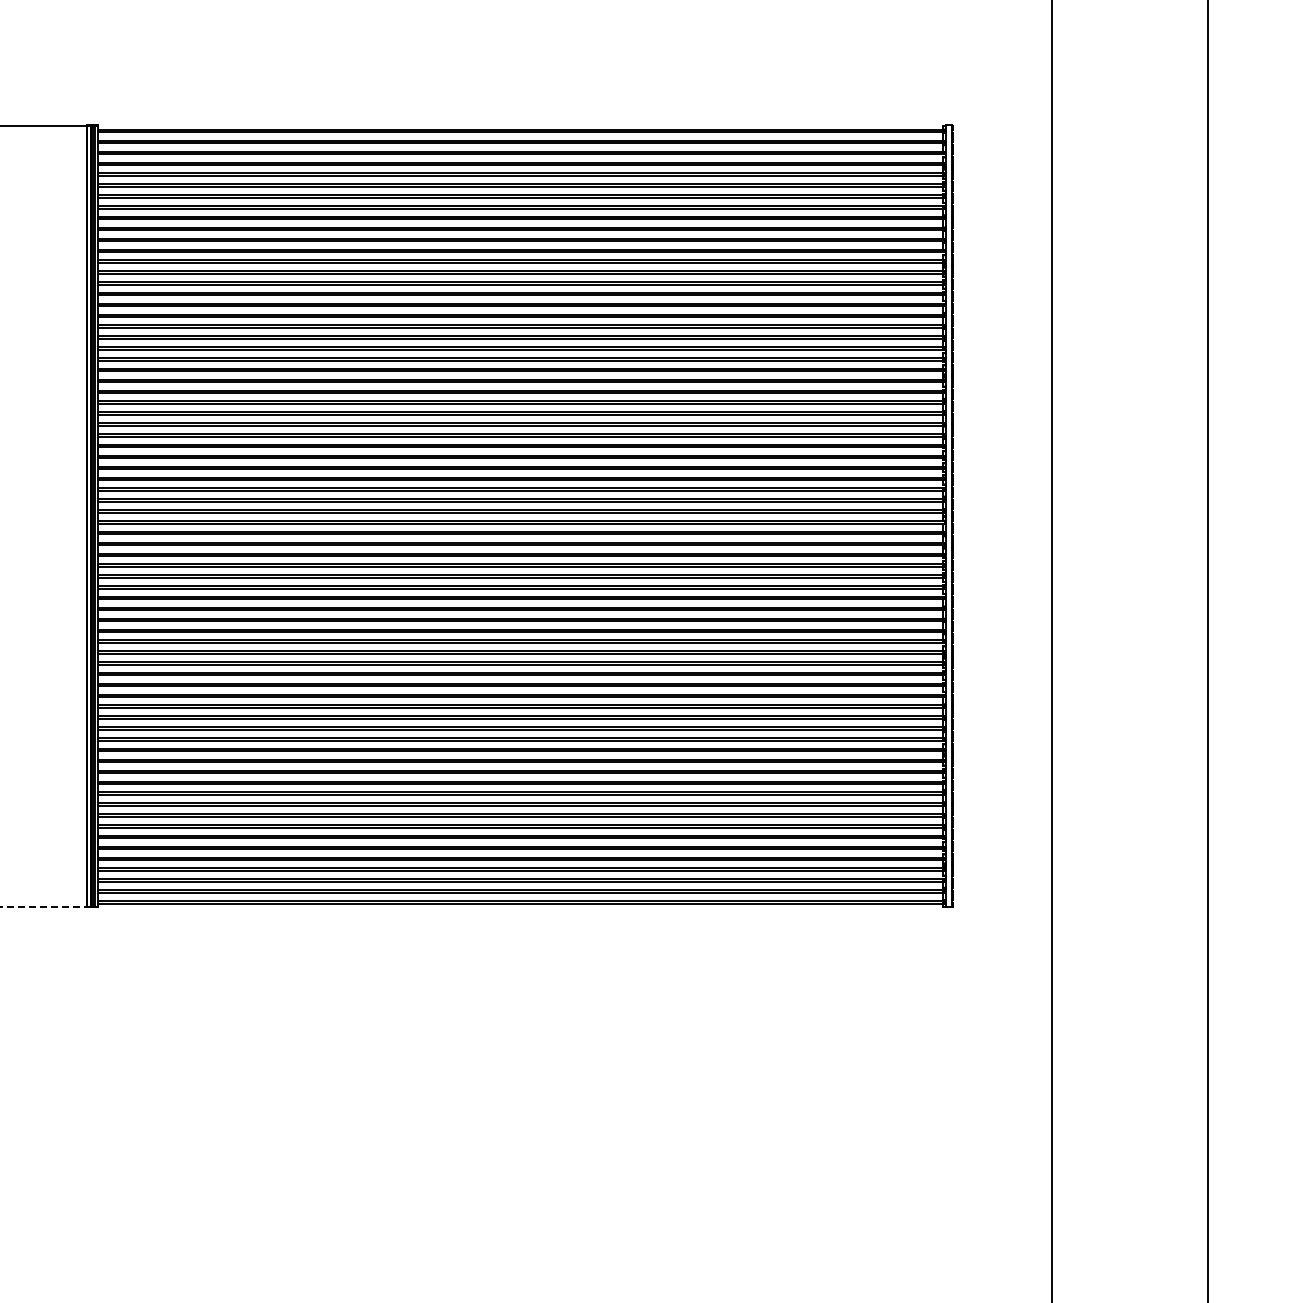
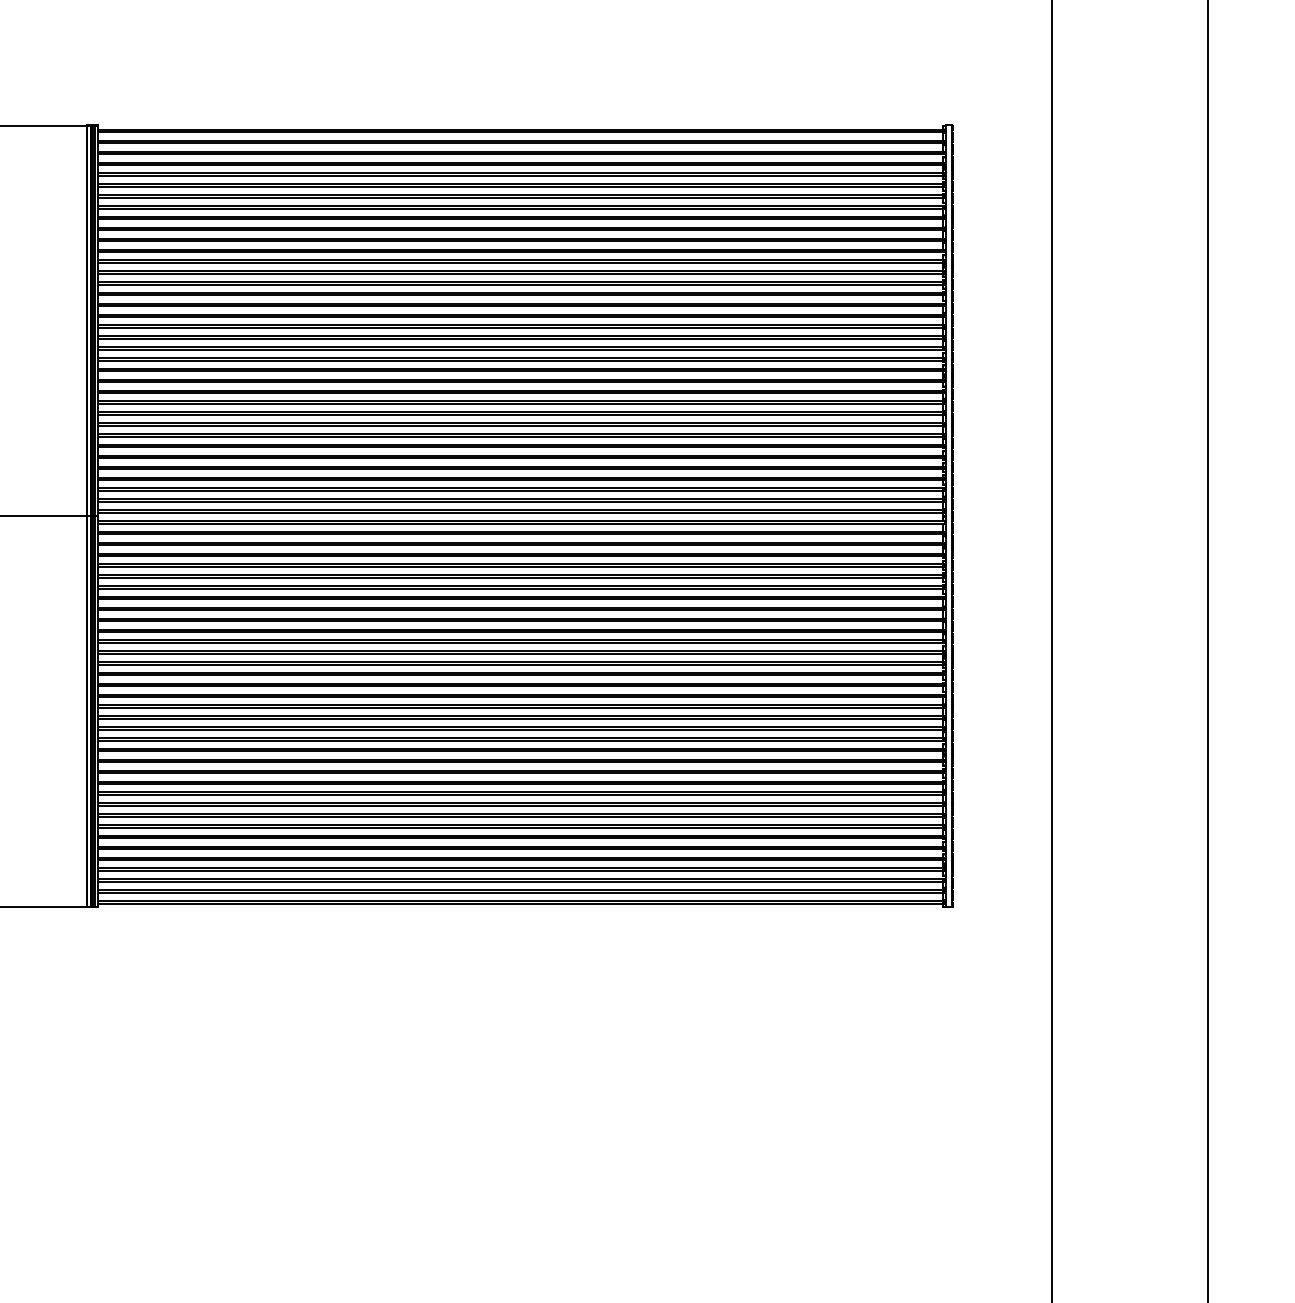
line at (49, 516): none -> present
line at (45, 907): dashed -> solid
